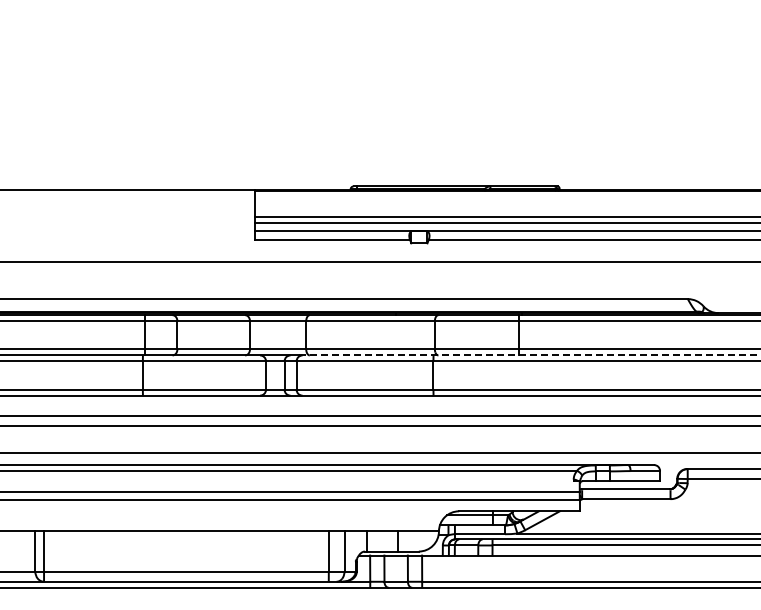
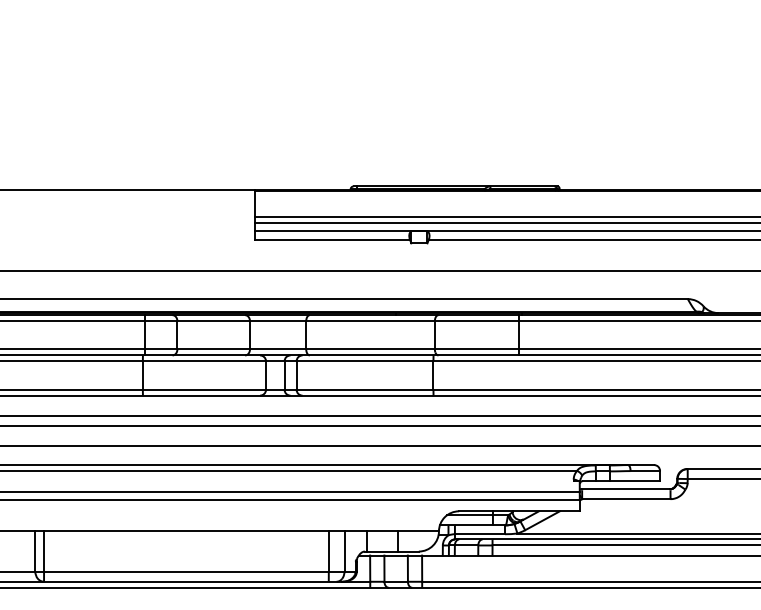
line at (379, 261) position: (379, 261) -> (379, 270)
line at (529, 355): dashed -> solid
line at (379, 452) position: (379, 452) -> (379, 445)
